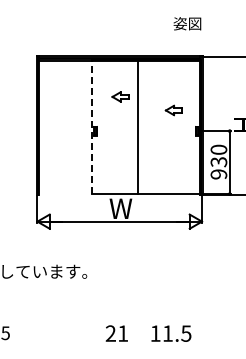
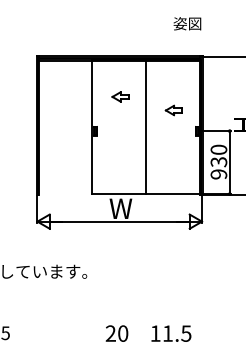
line at (92, 127): dashed -> solid
line at (137, 127) position: (137, 127) -> (145, 127)
text at (123, 333): 21 -> 20
